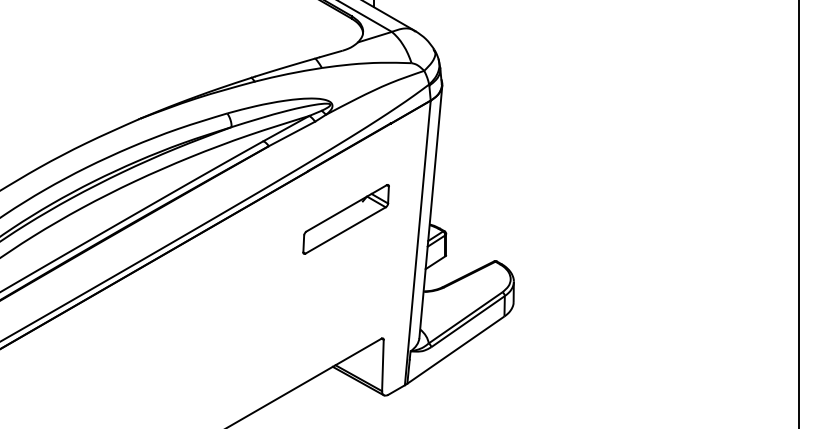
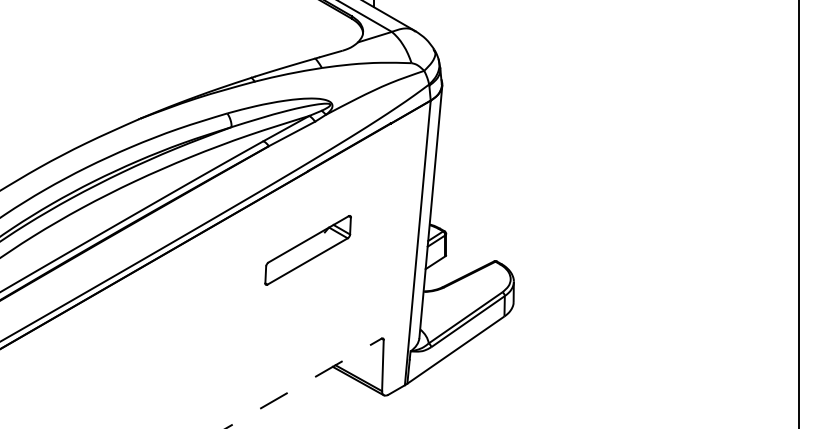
part at (345, 219) position: (345, 219) -> (307, 250)
line at (303, 383): solid -> dashed
